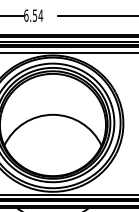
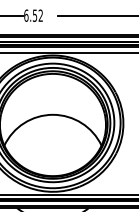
text at (40, 15): 6.54 -> 6.52
